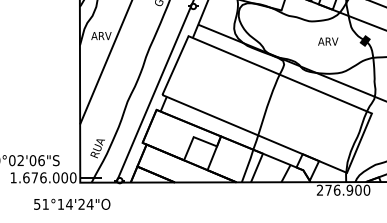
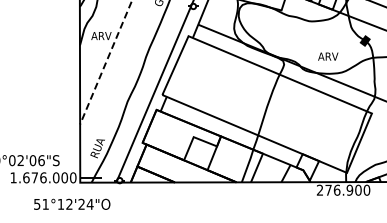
text at (328, 41) position: (328, 41) -> (328, 56)
line at (106, 62): solid -> dashed
text at (69, 203): 51°14'24"O -> 51°12'24"O
